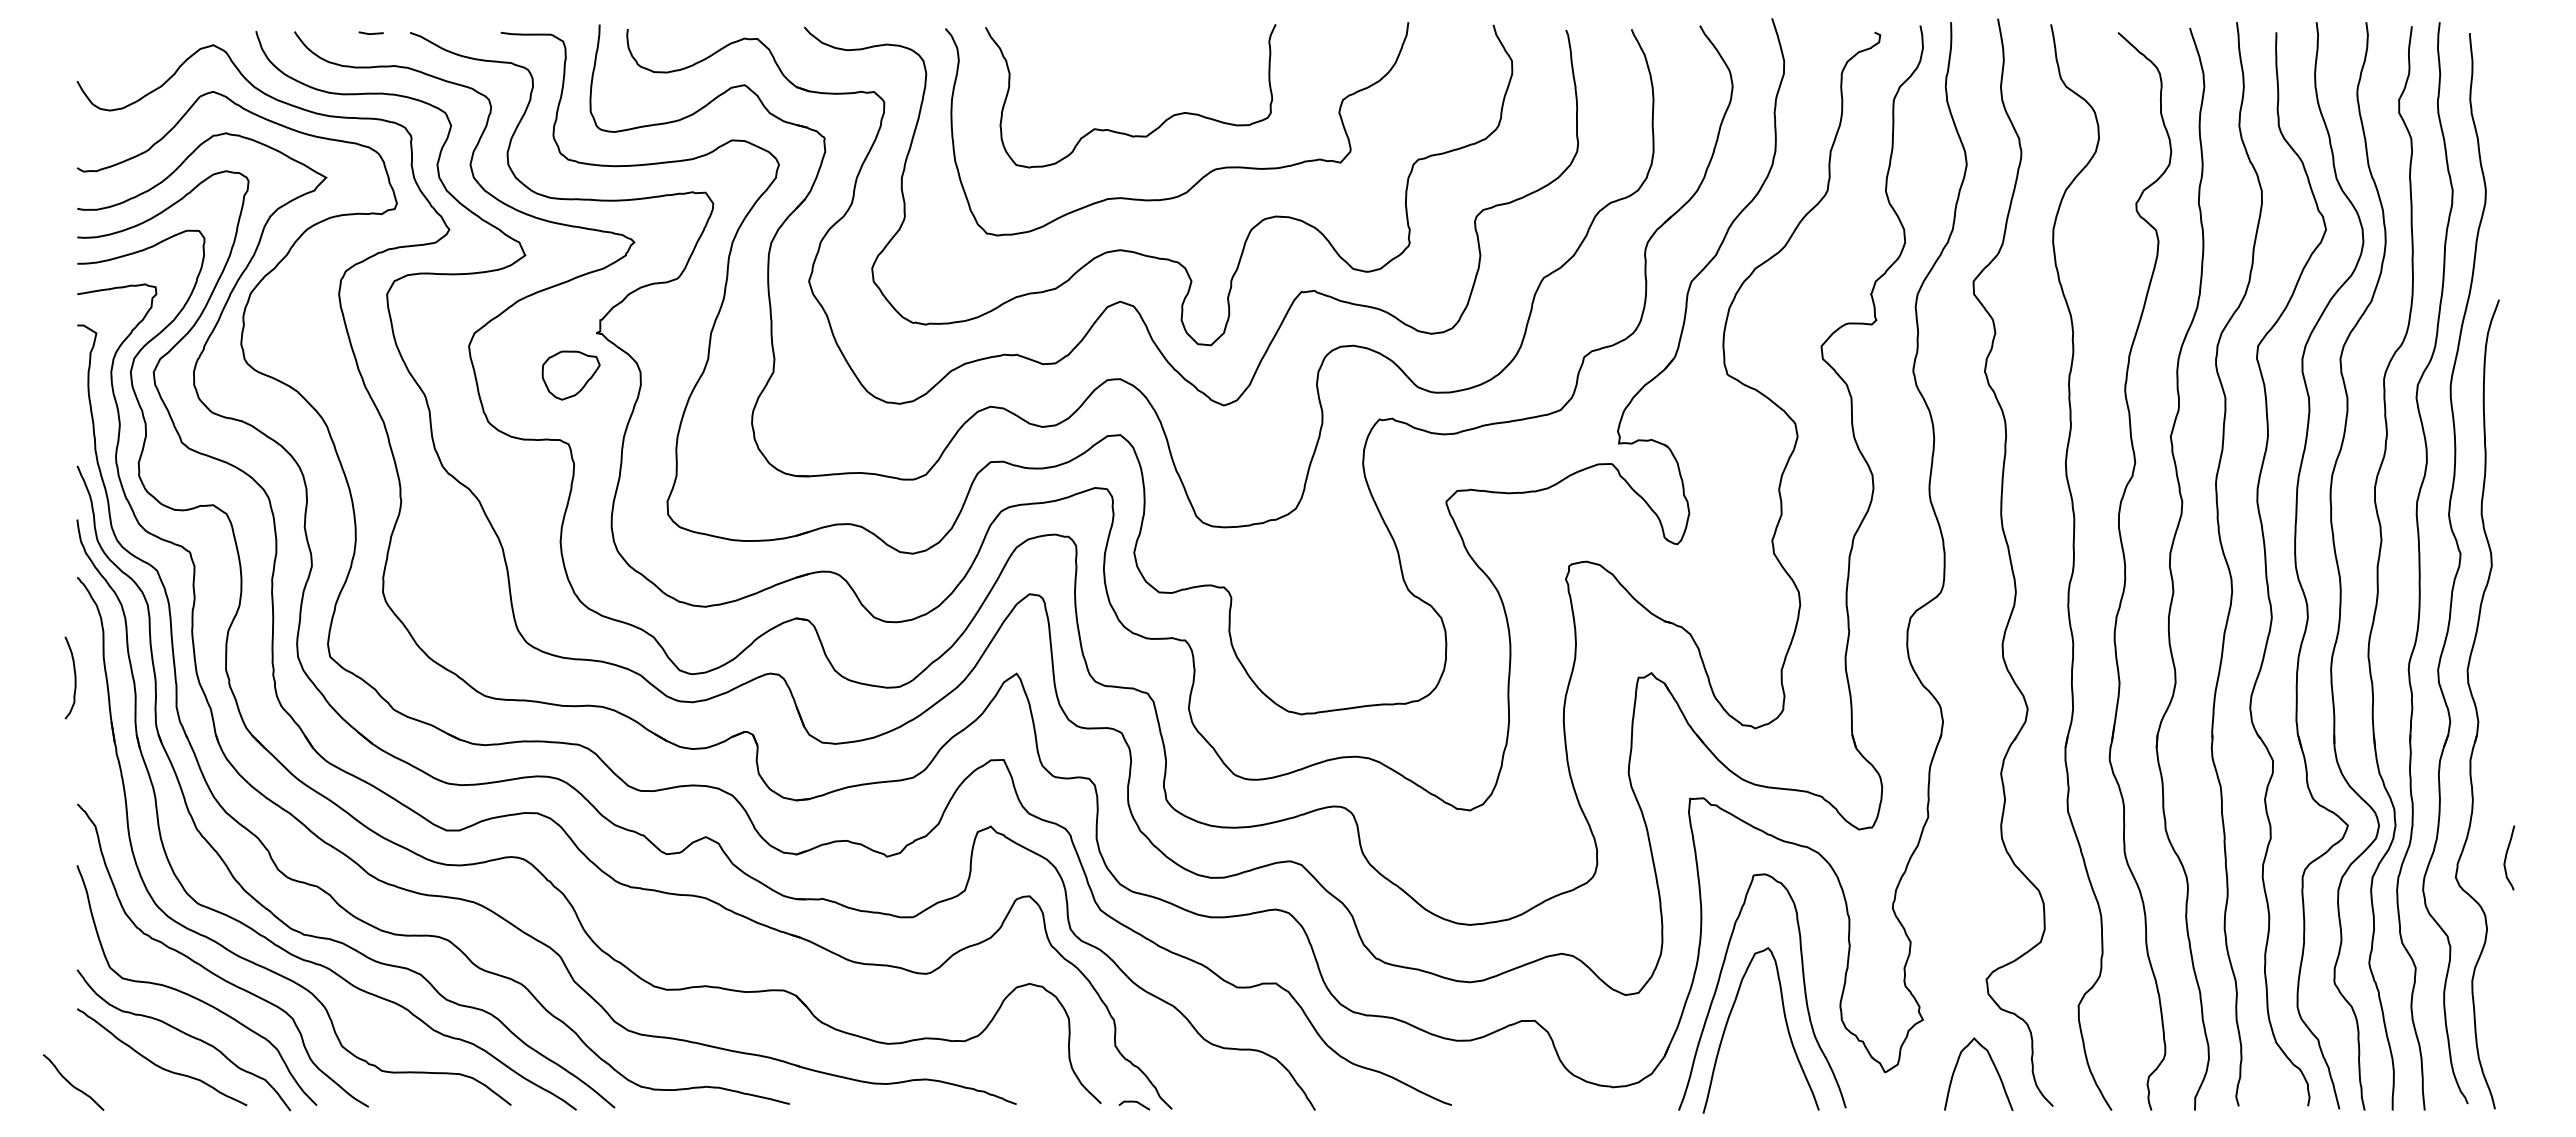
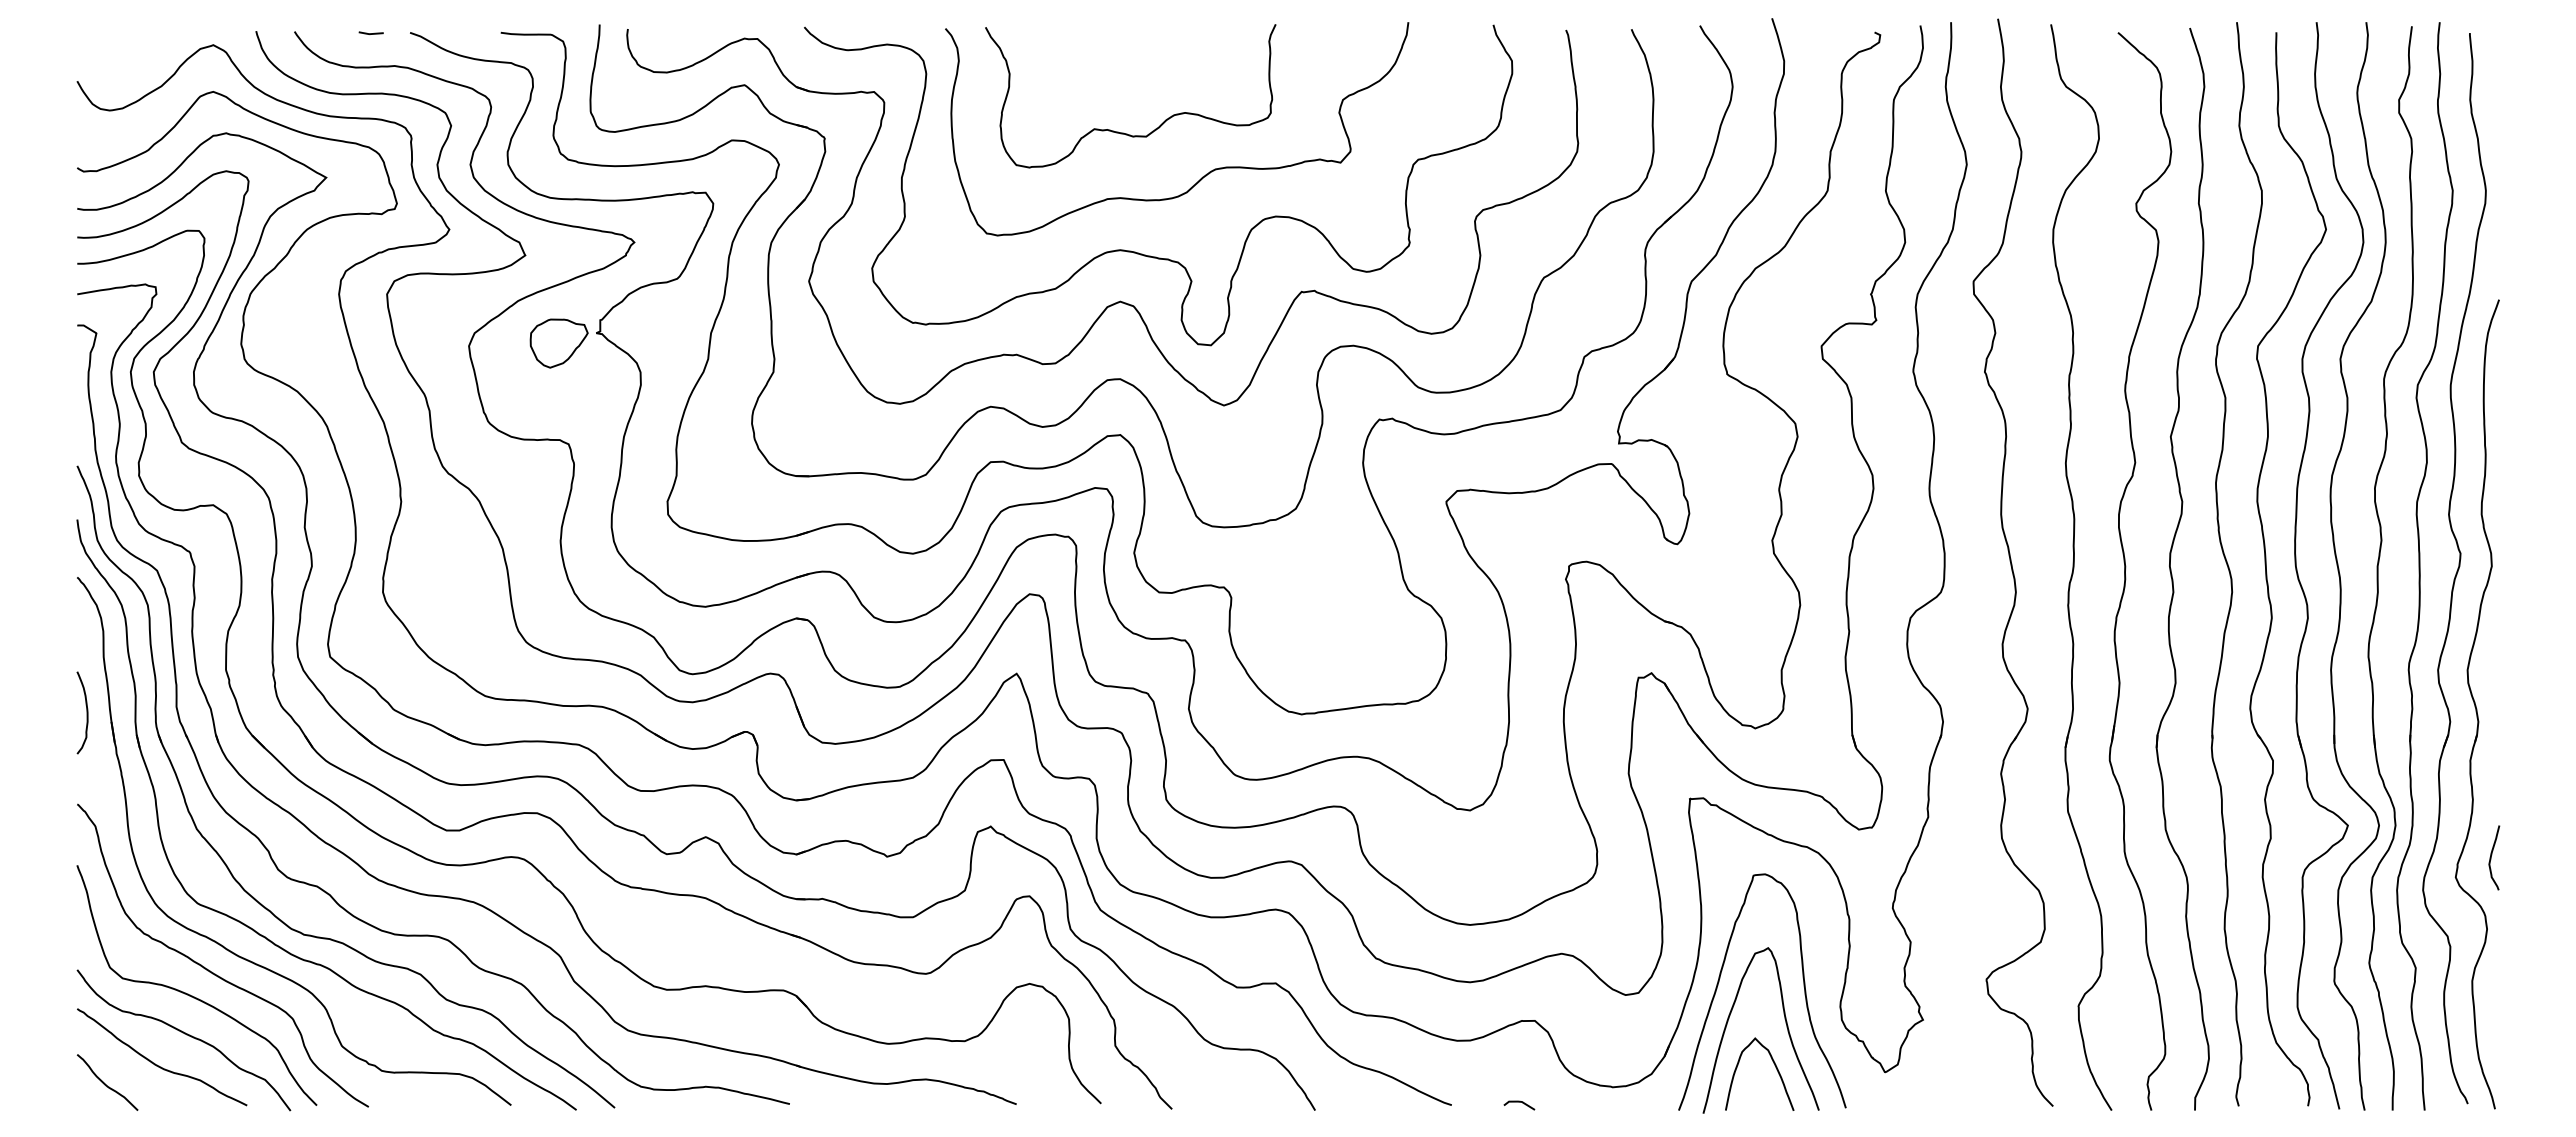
part at (570, 375) position: (570, 375) -> (558, 343)
curve at (74, 677) position: (74, 677) -> (86, 712)
curve at (2506, 857) position: (2506, 857) -> (2491, 857)
curve at (1993, 1065) position: (1993, 1065) -> (1774, 1065)
curve at (71, 1083) position: (71, 1083) -> (105, 1083)
line at (1134, 1102) position: (1134, 1102) -> (1519, 1102)
